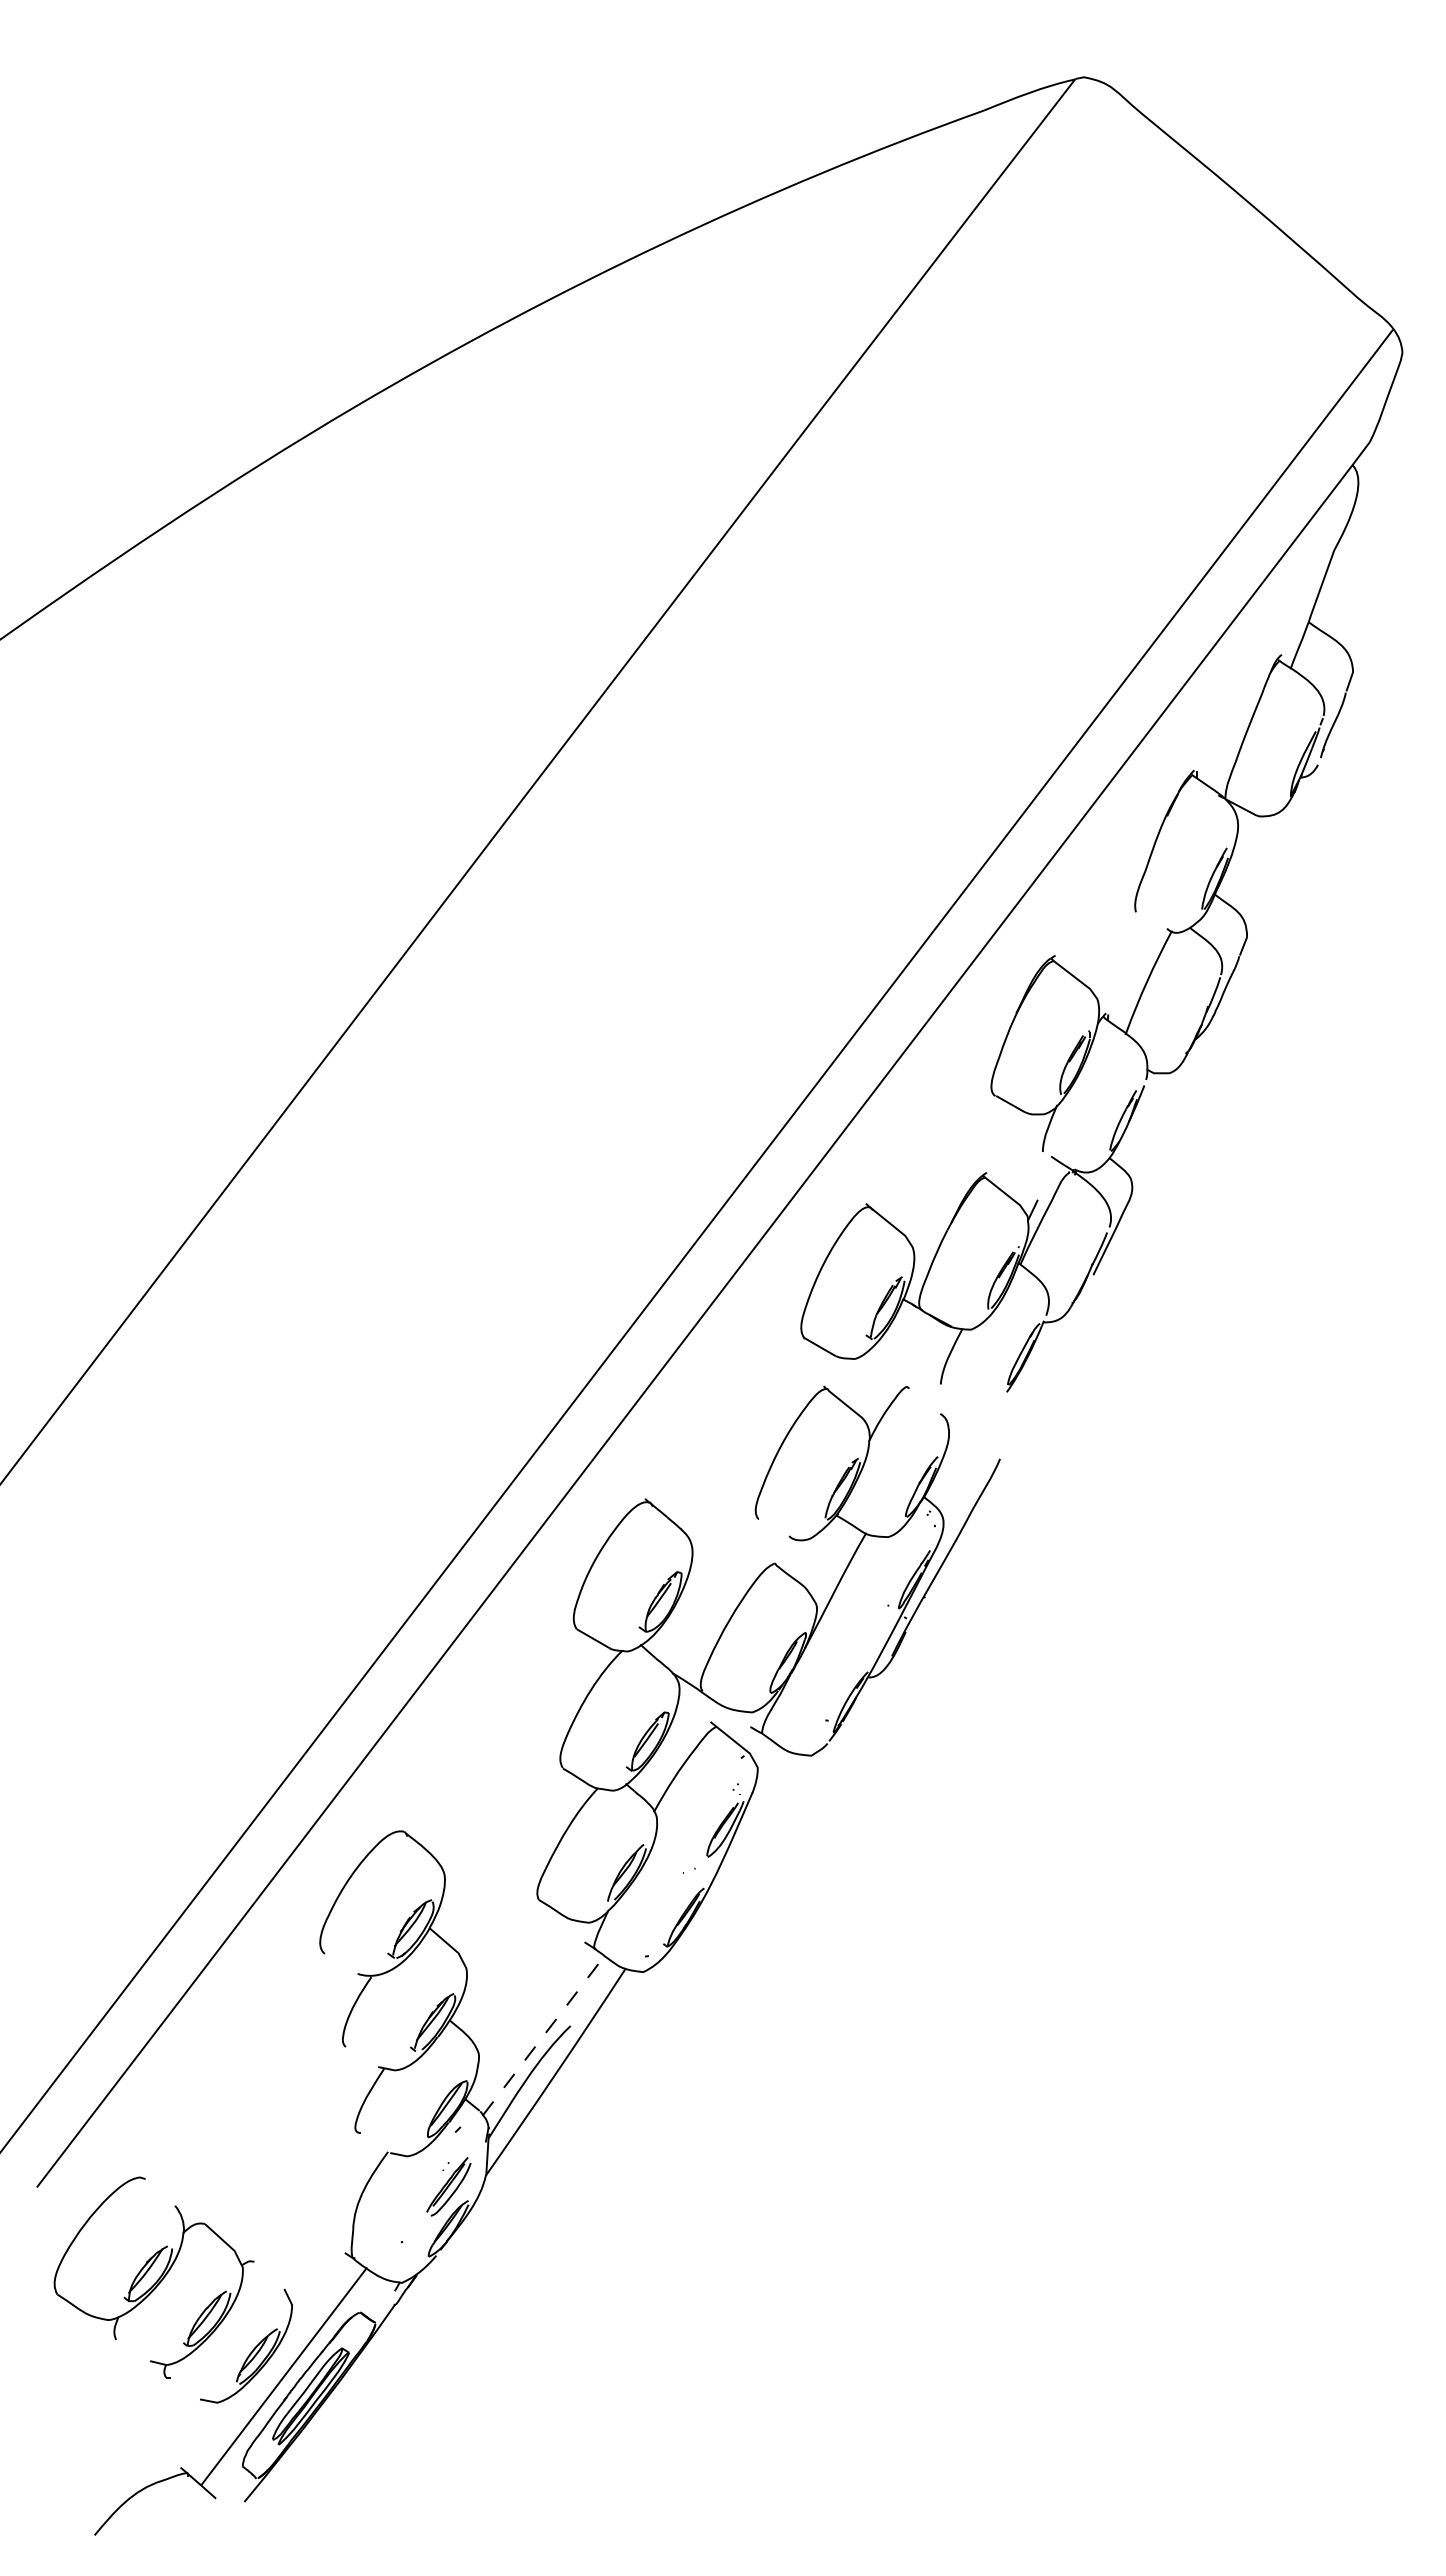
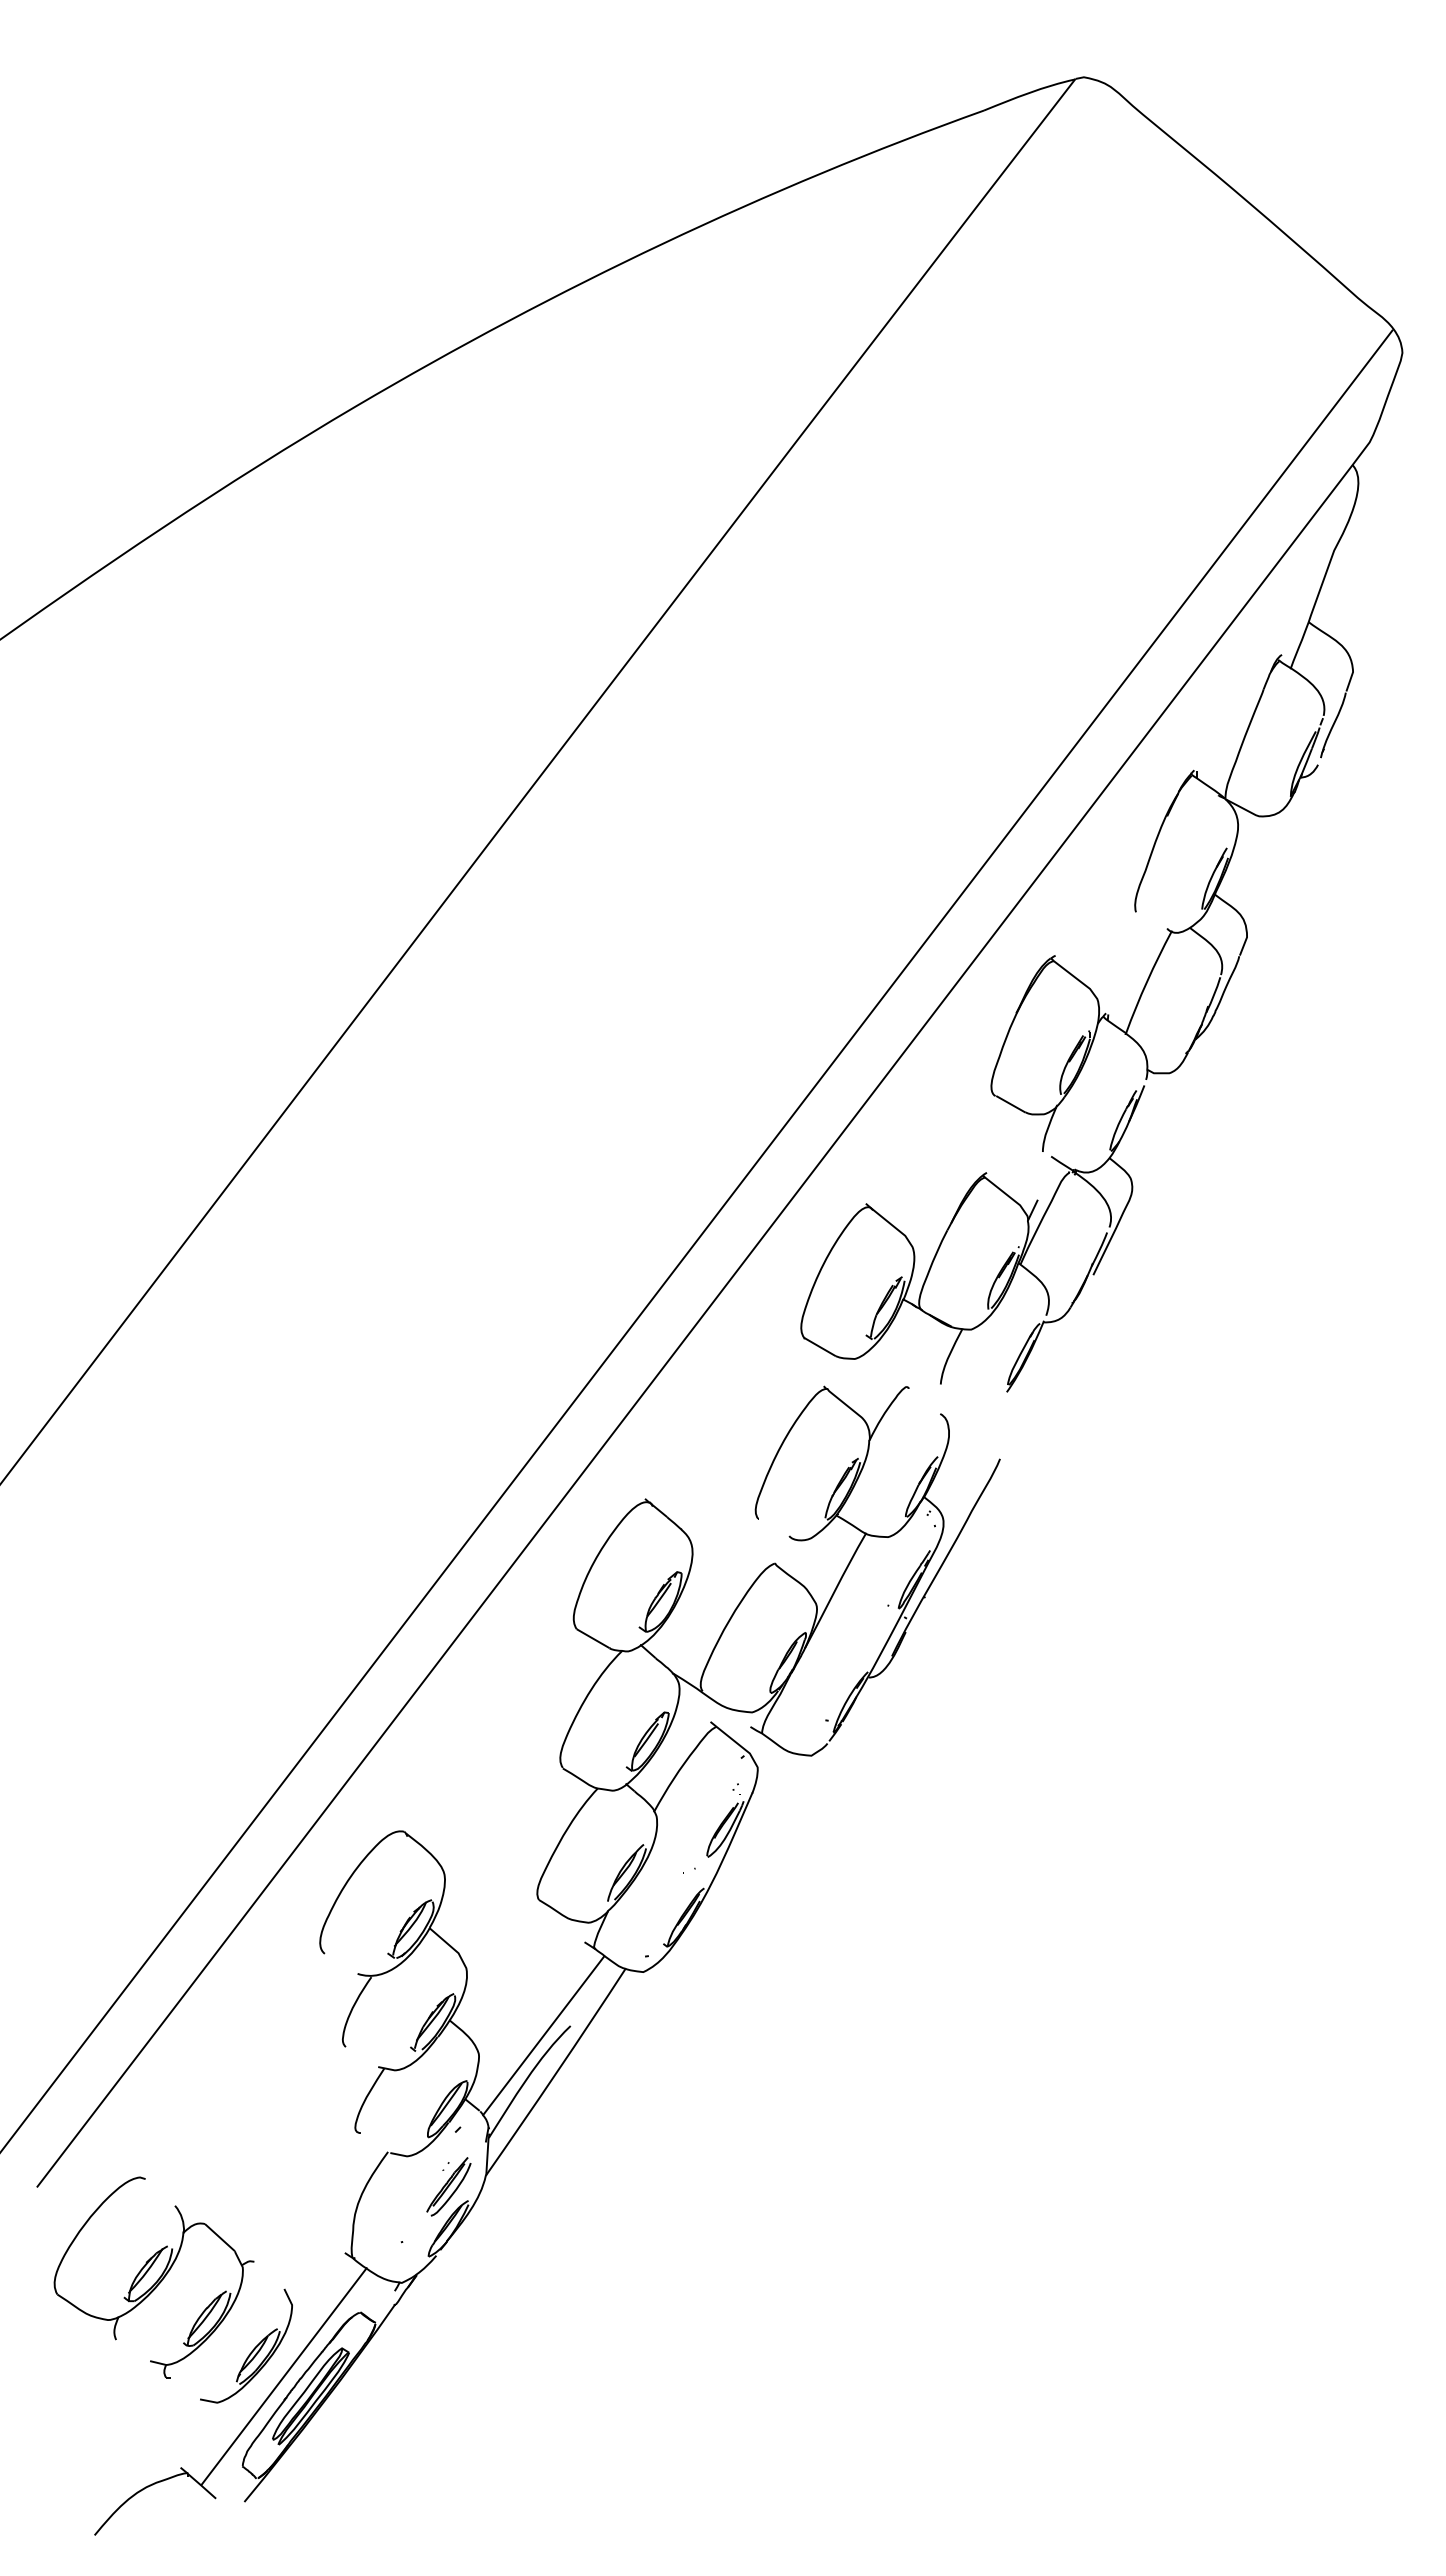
line at (544, 2034): dashed -> solid
